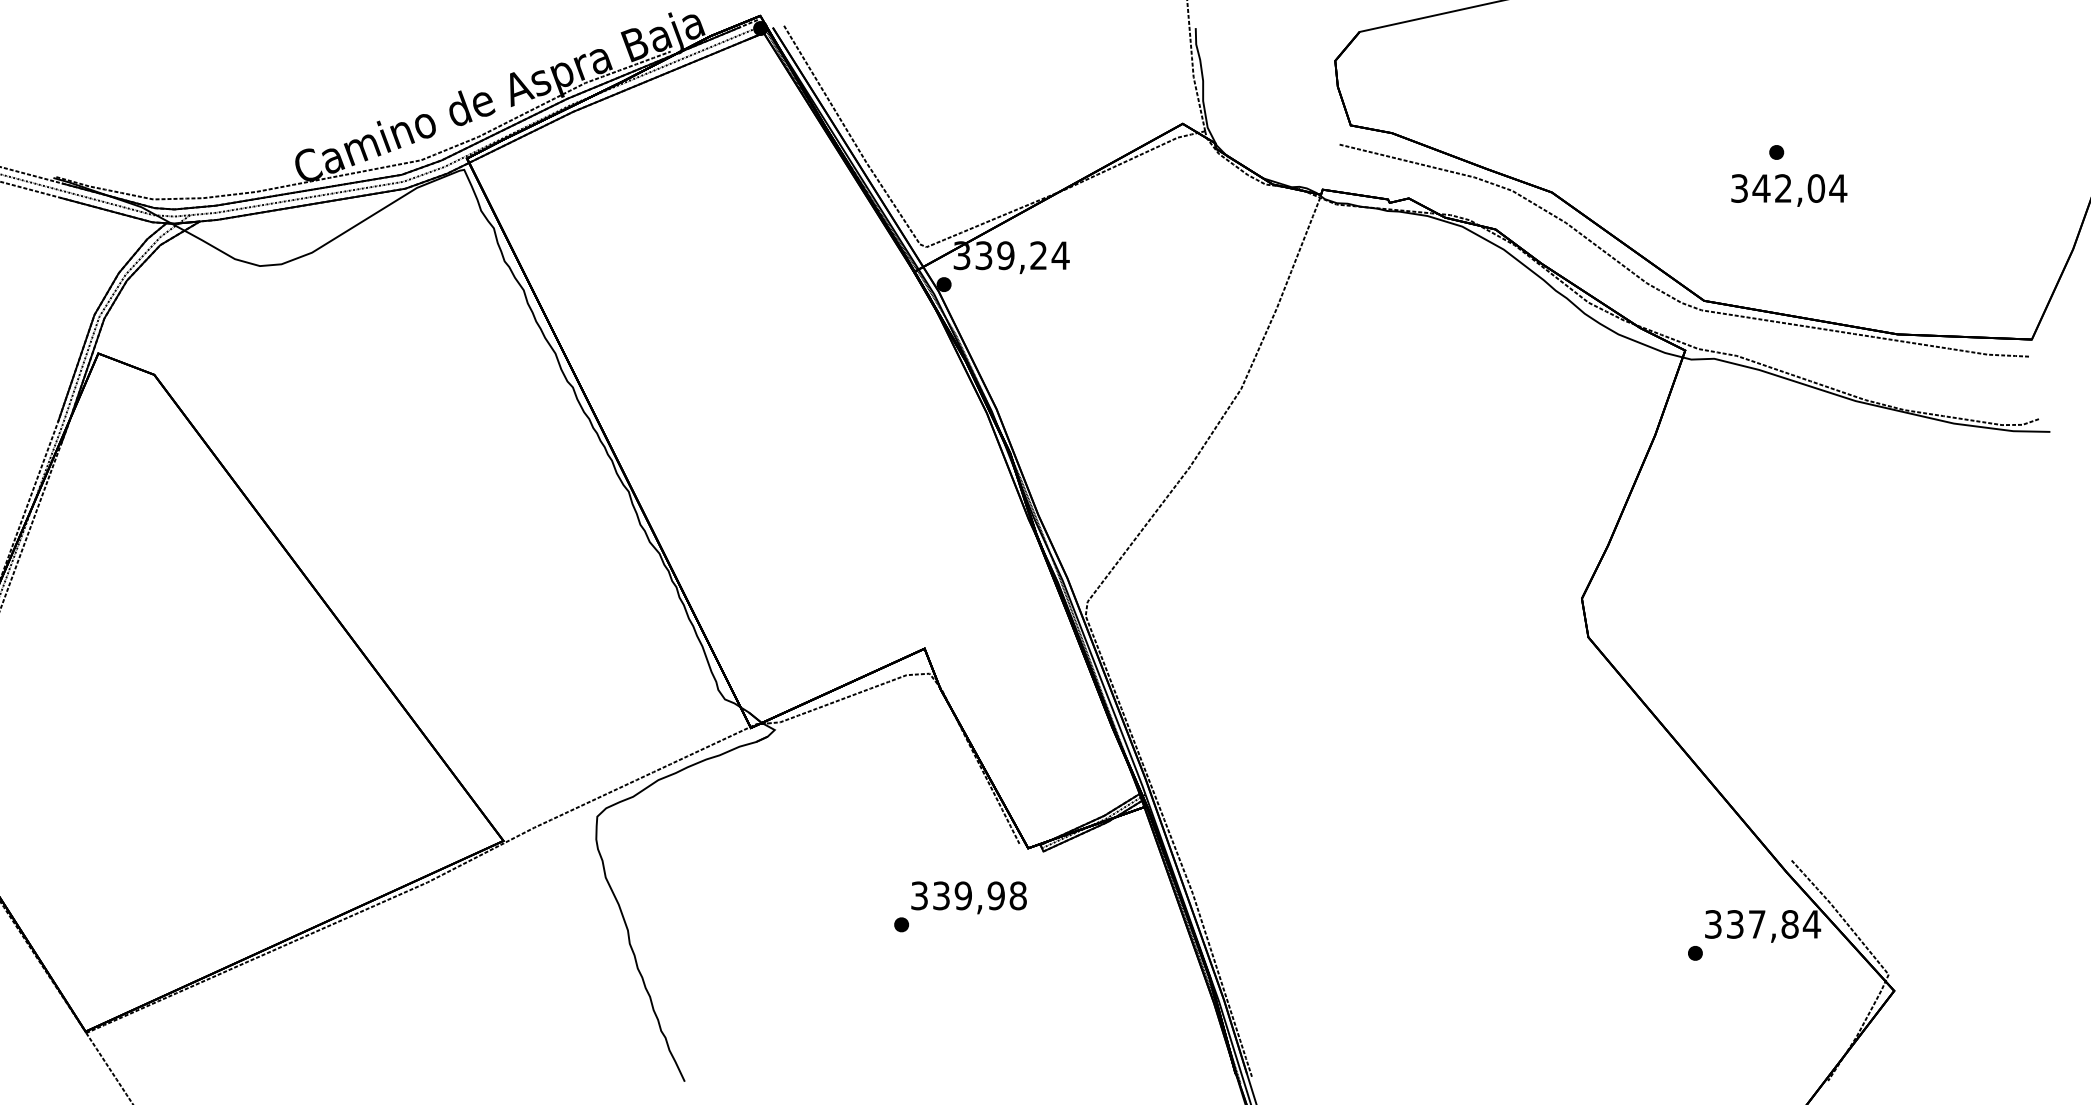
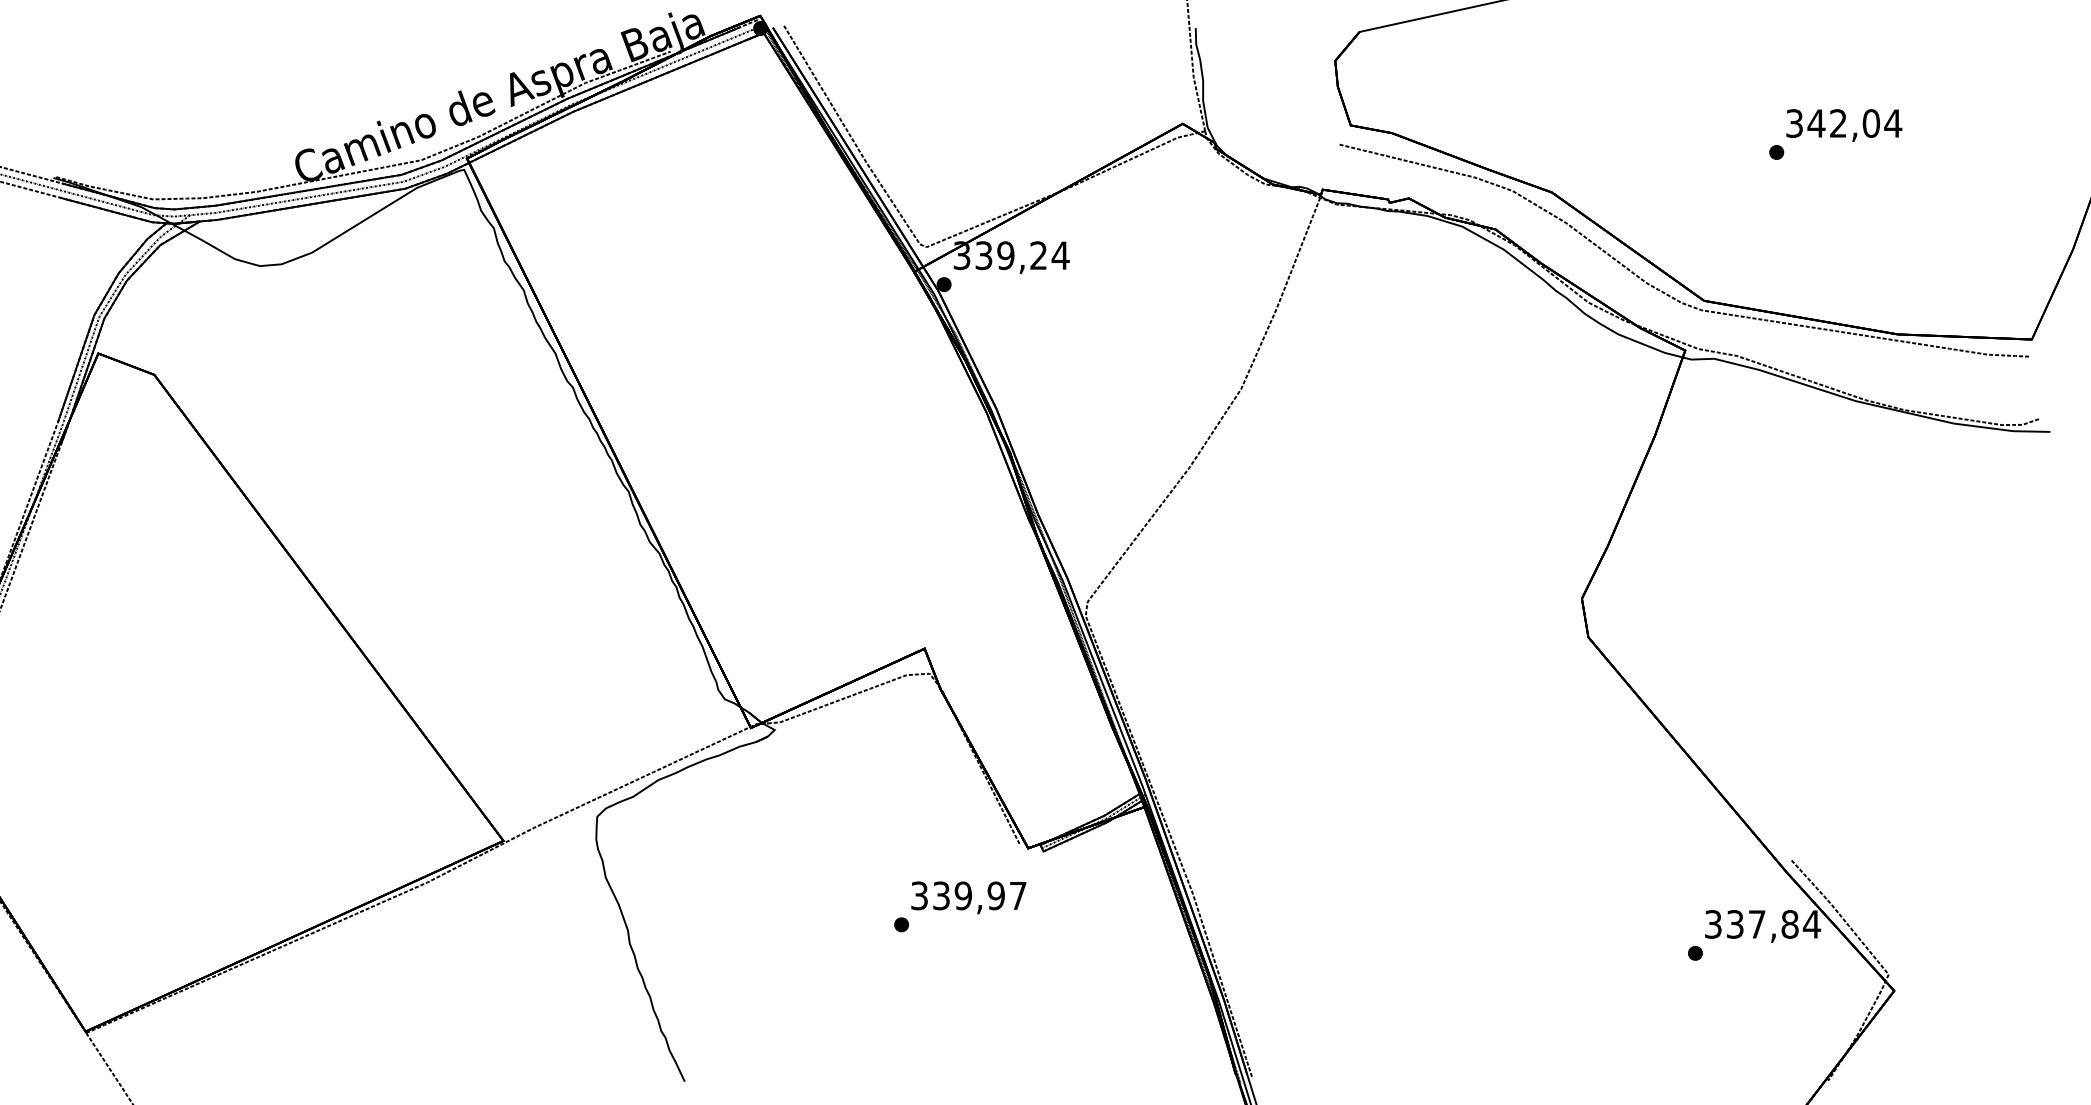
text at (1789, 190) position: (1789, 190) -> (1844, 125)
text at (1017, 895): 339,98 -> 339,97
